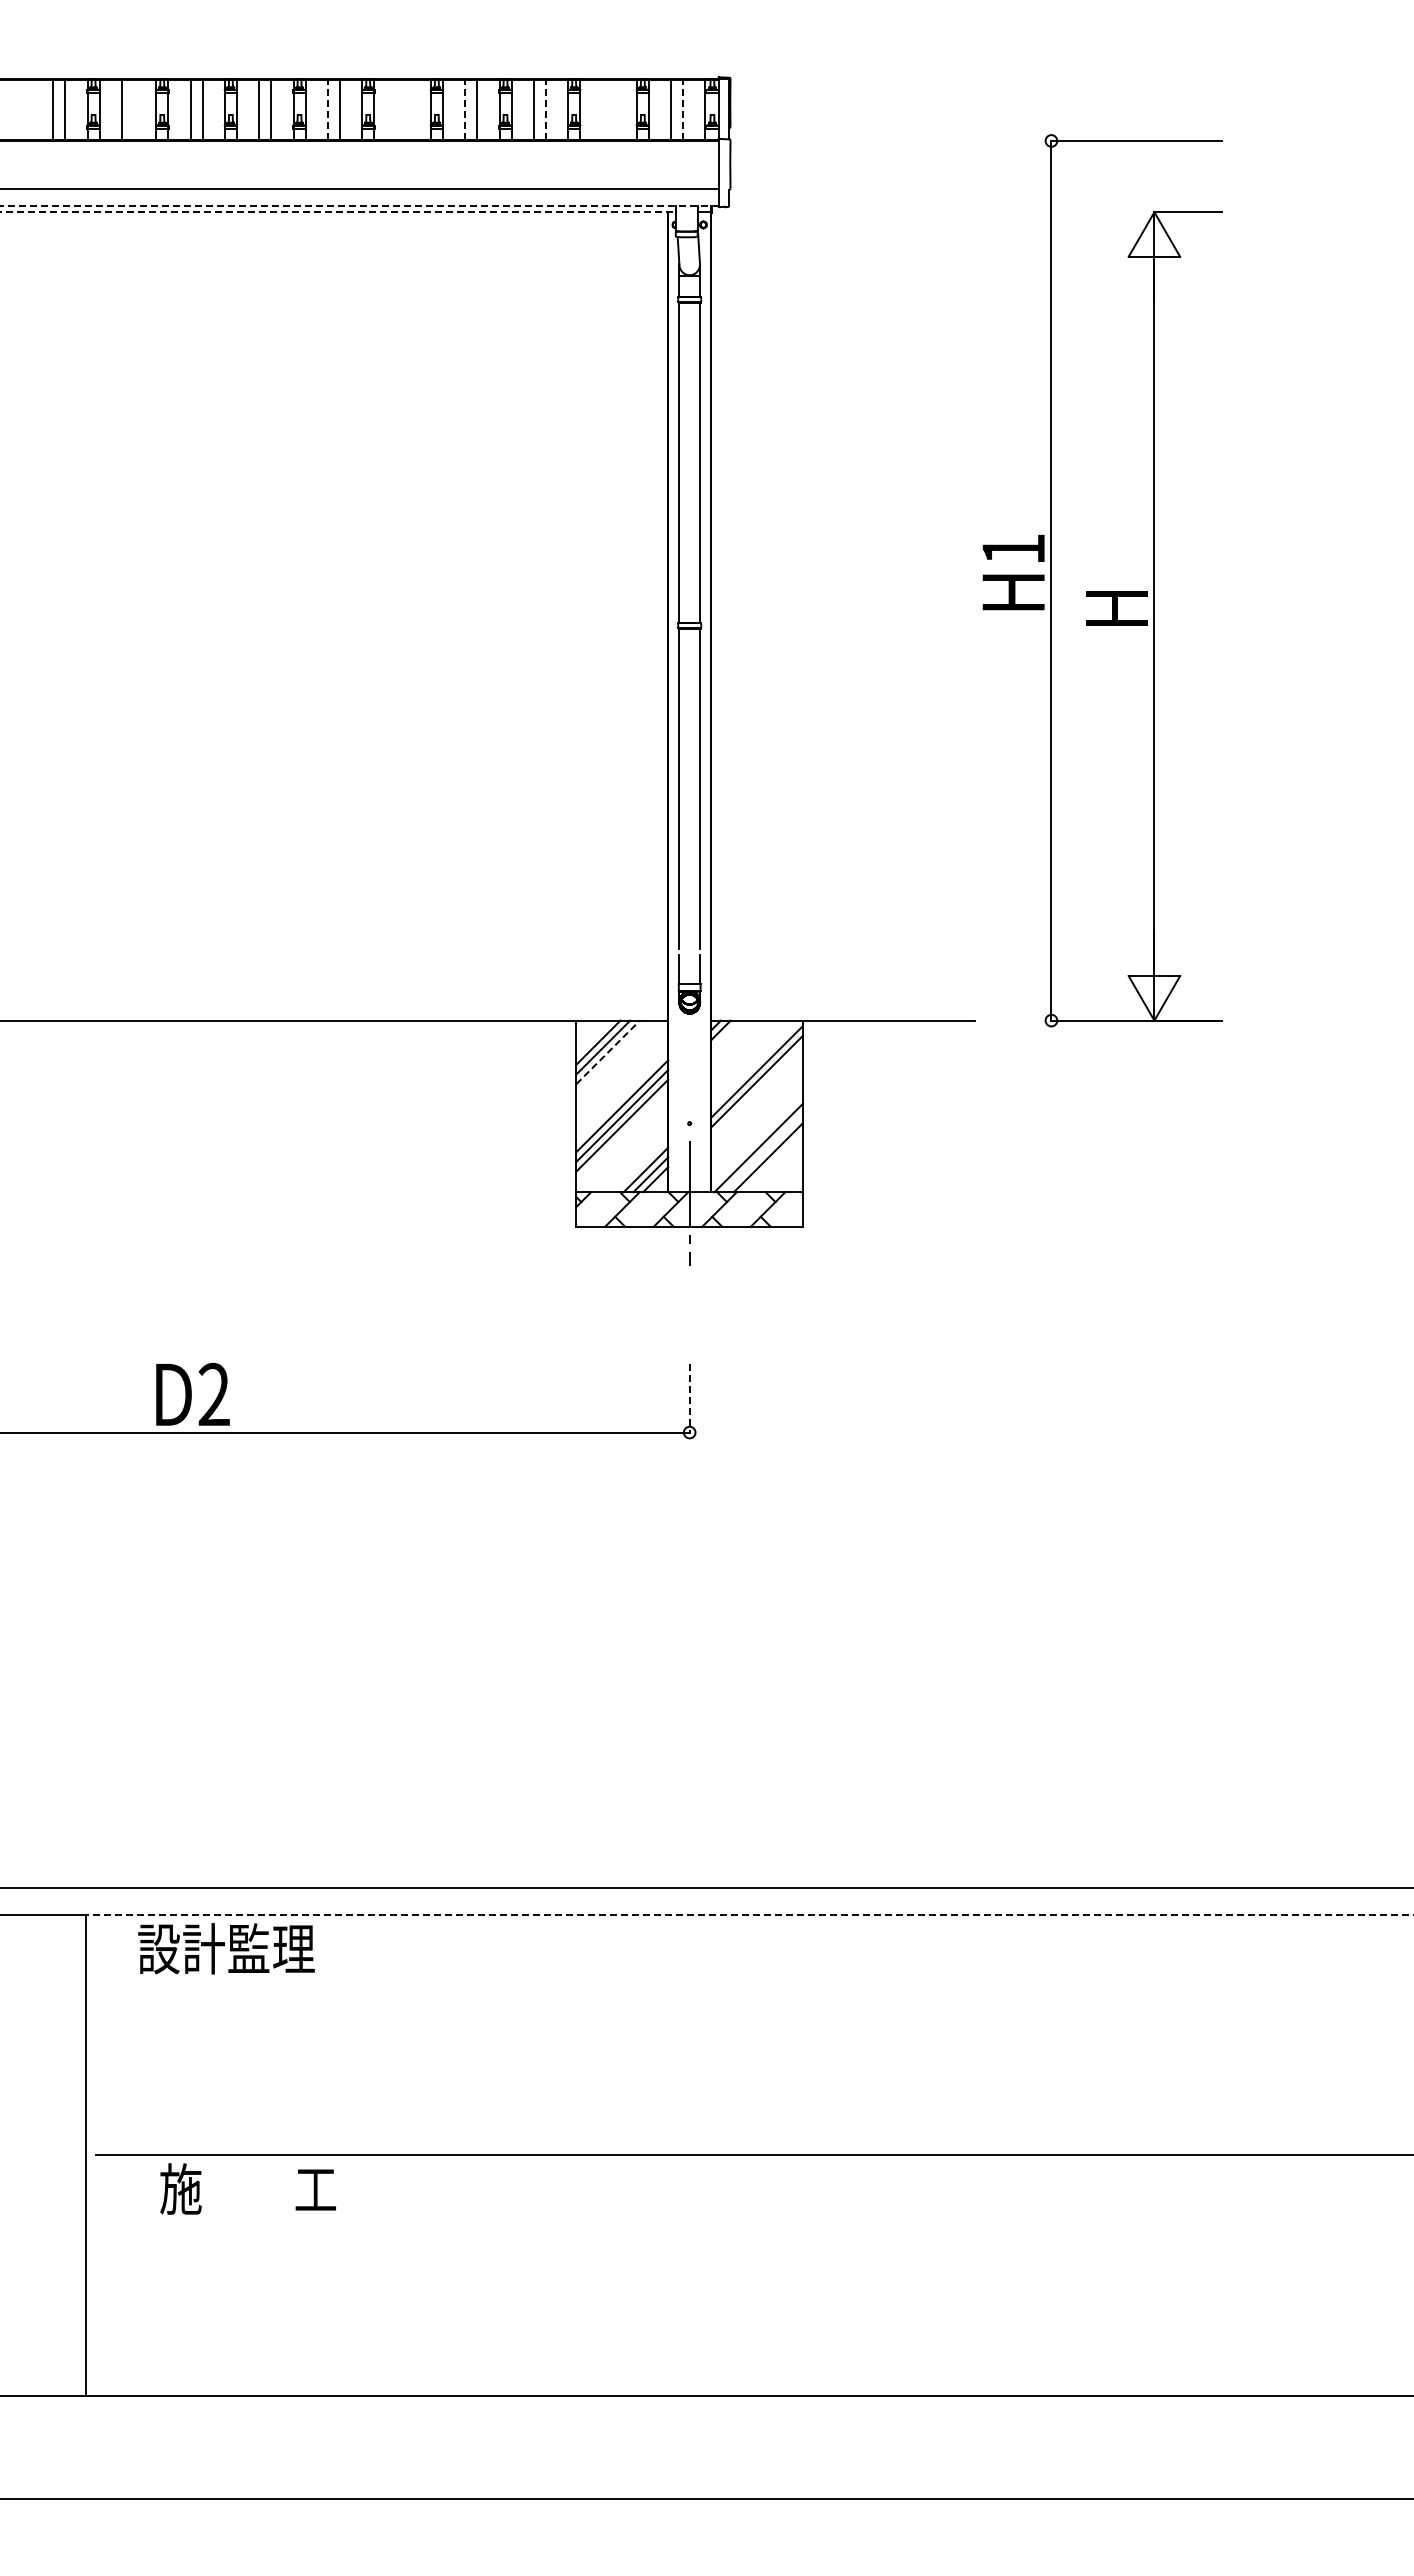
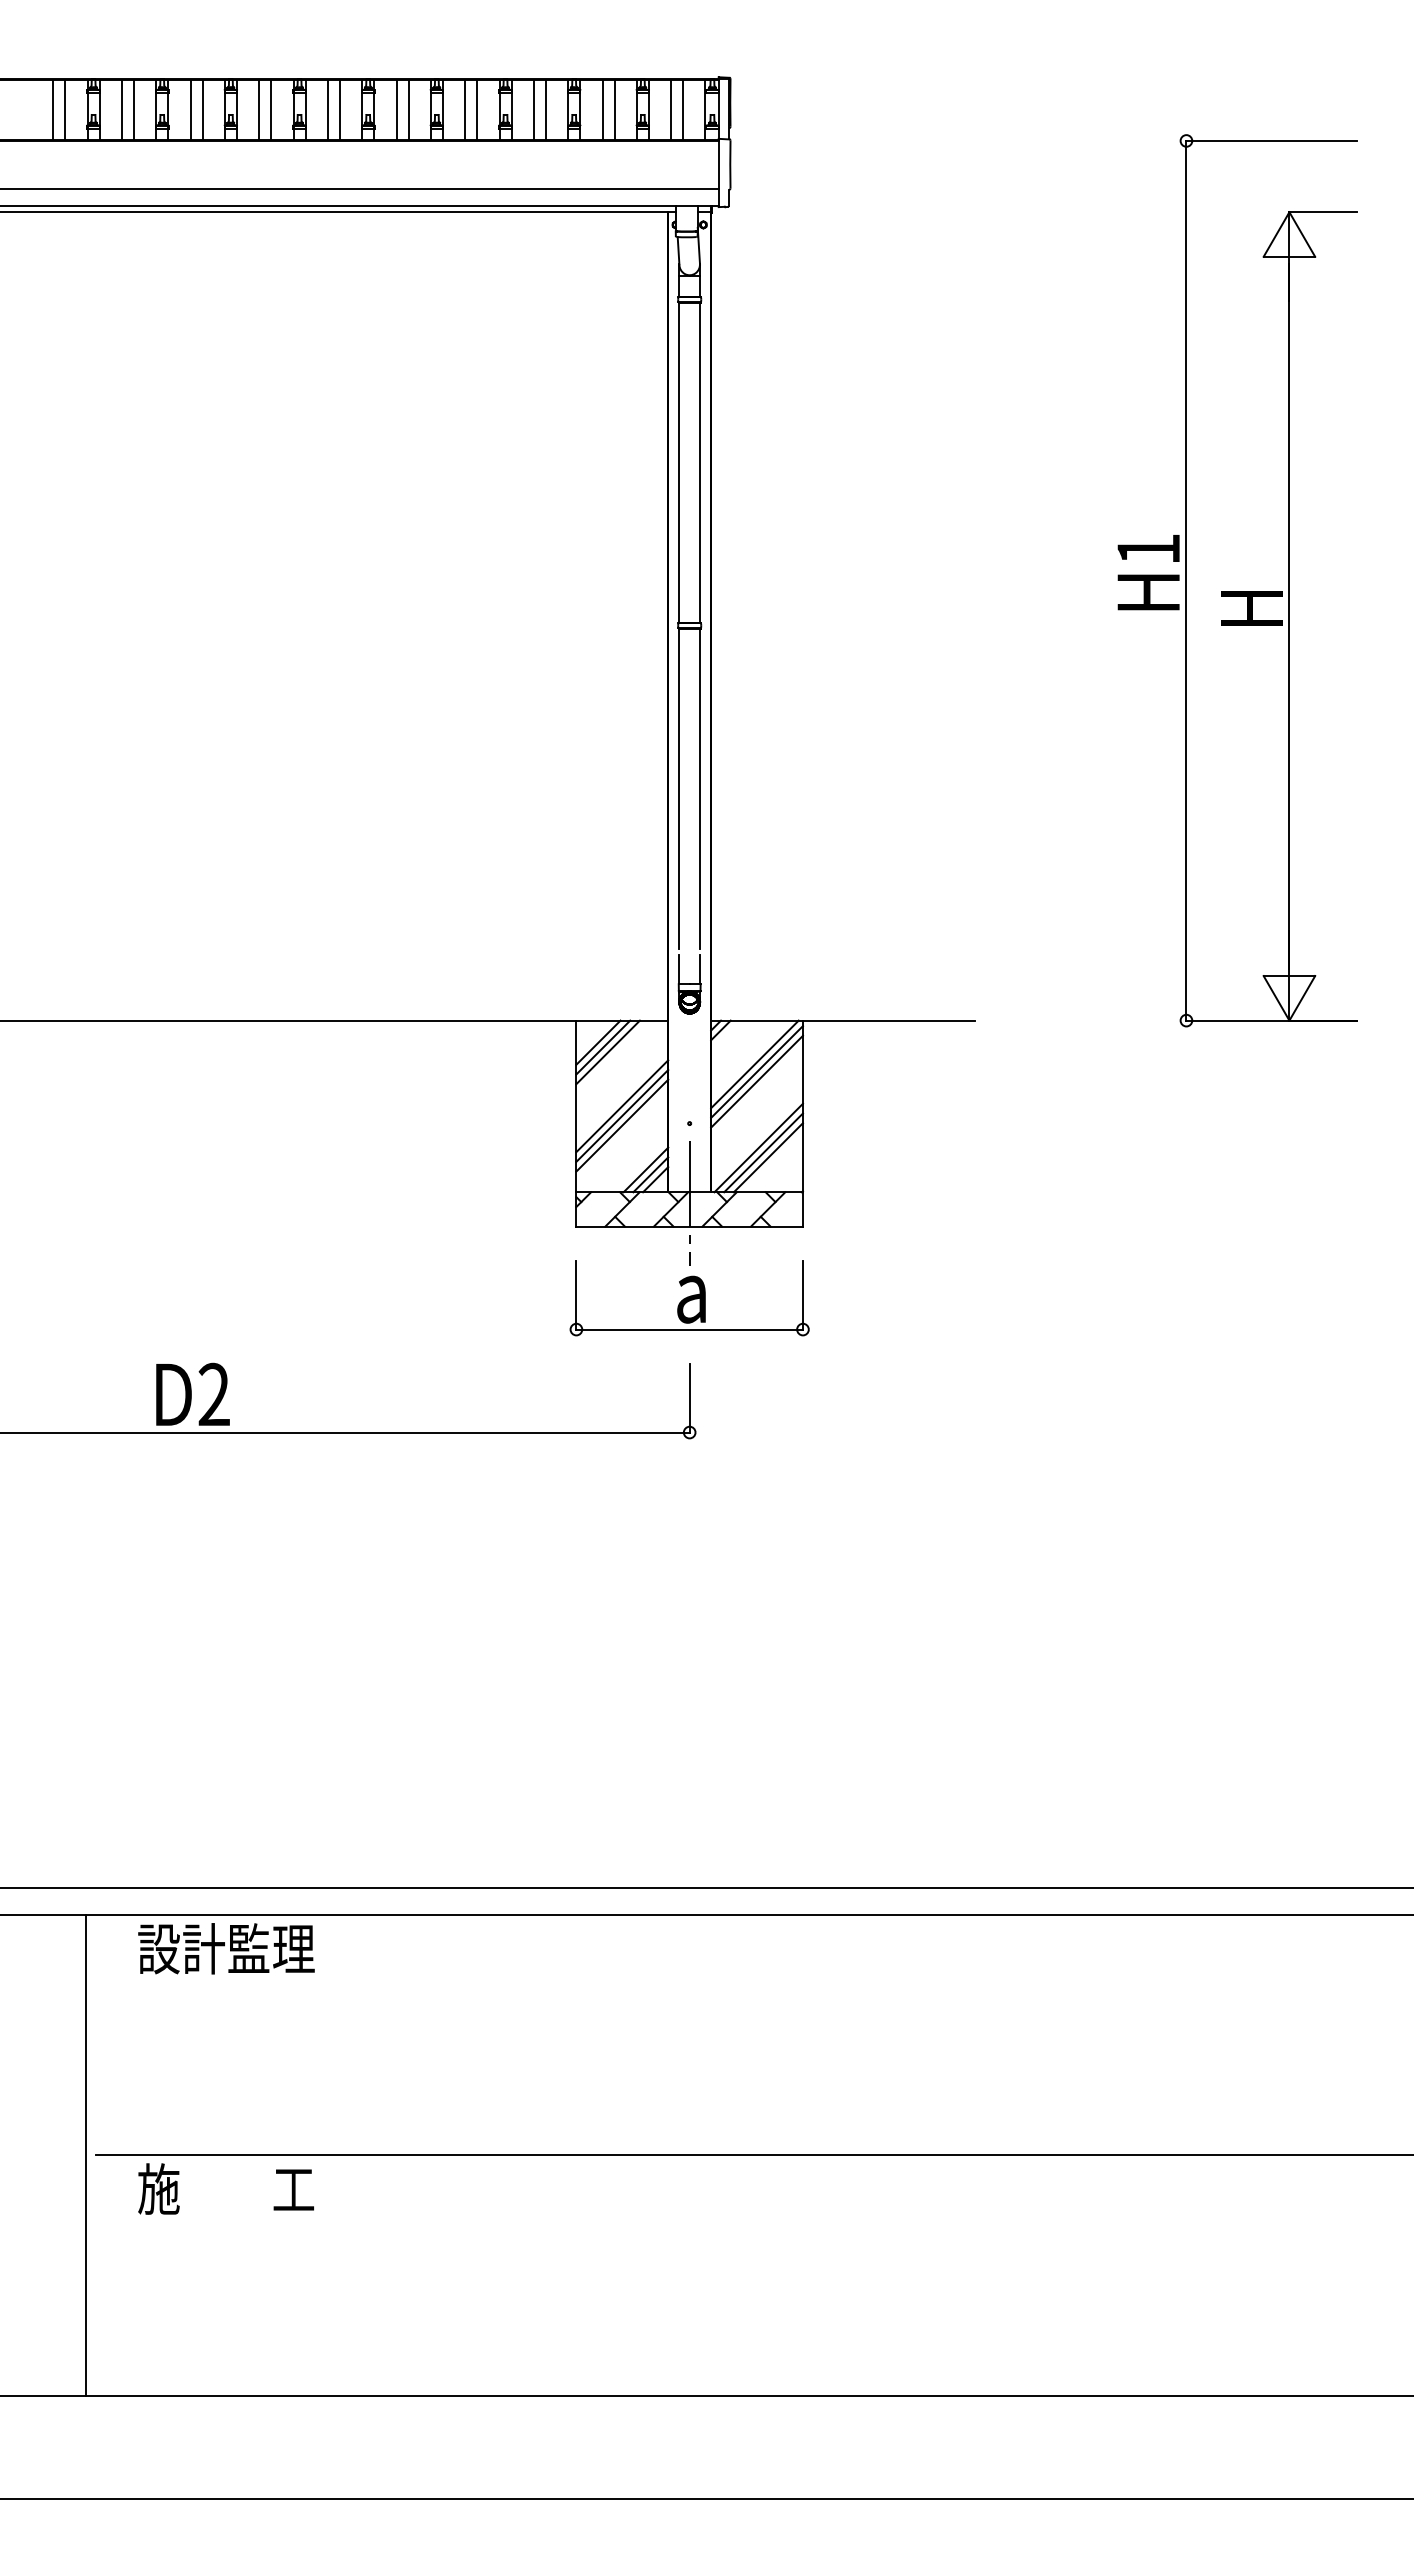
line at (133, 109): none -> present
line at (327, 109): dashed -> solid
line at (396, 109): none -> present
line at (408, 109): none -> present
line at (465, 109): dashed -> solid
line at (545, 109): dashed -> solid
line at (602, 109): none -> present
line at (614, 109): none -> present
line at (683, 109): dashed -> solid
line at (358, 206): dashed -> solid
line at (338, 212): dashed -> solid
part at (1102, 591) position: (1102, 591) -> (1237, 591)
line at (608, 1052): dashed -> solid
line at (754, 1064): none -> present
line at (763, 1152): none -> present
part at (689, 1298): none -> present
line at (689, 1399): dashed -> solid
line at (749, 1915): dashed -> solid
text at (247, 2188) position: (247, 2188) -> (225, 2188)
